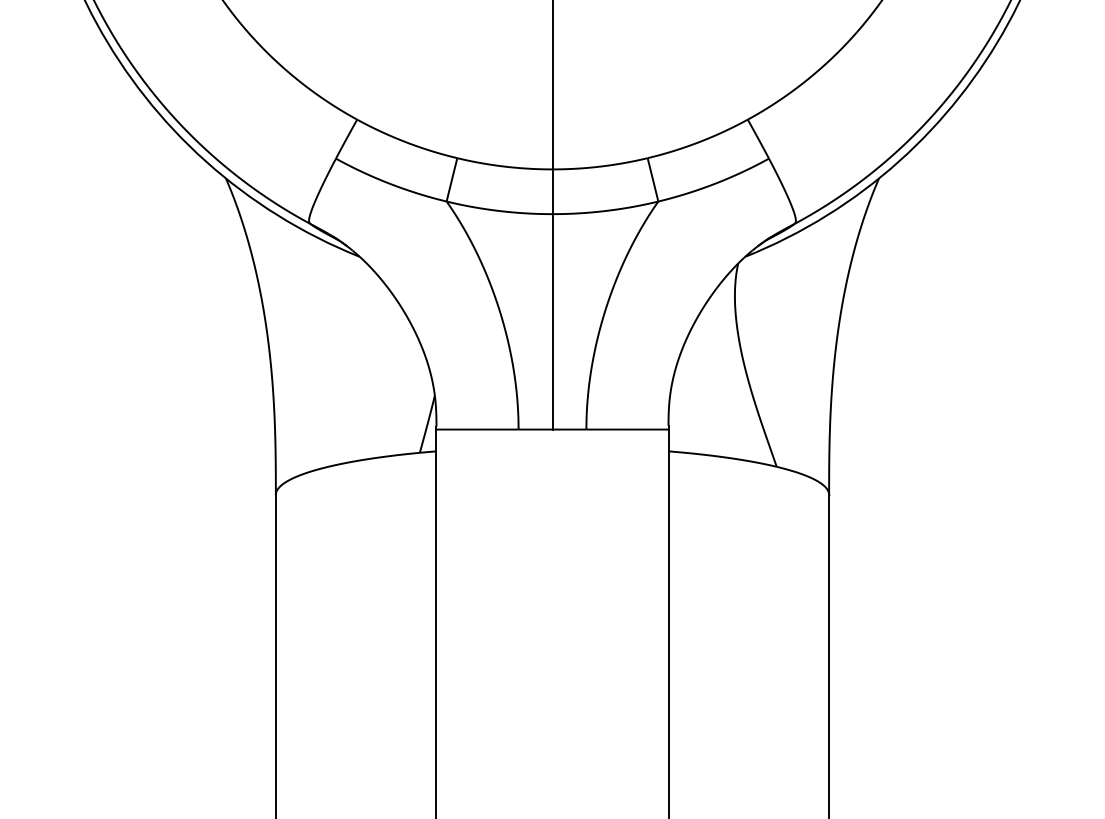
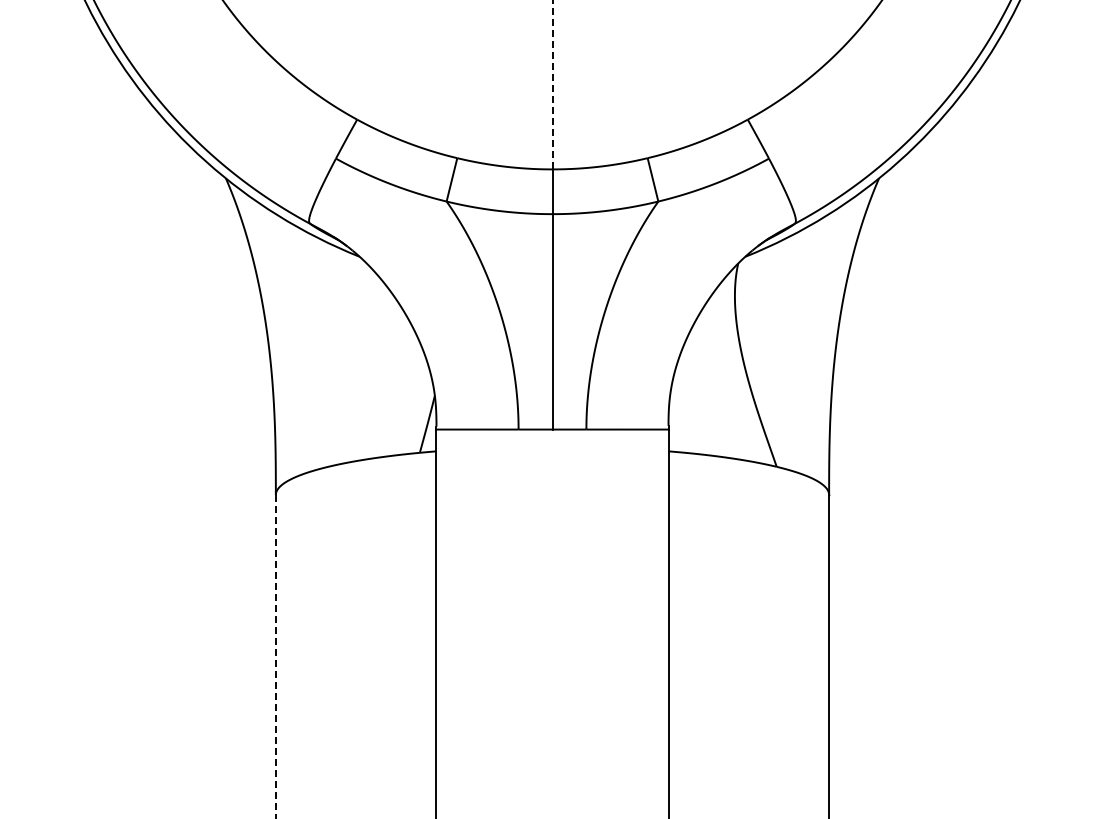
line at (552, 84): solid -> dashed
line at (275, 656): solid -> dashed
